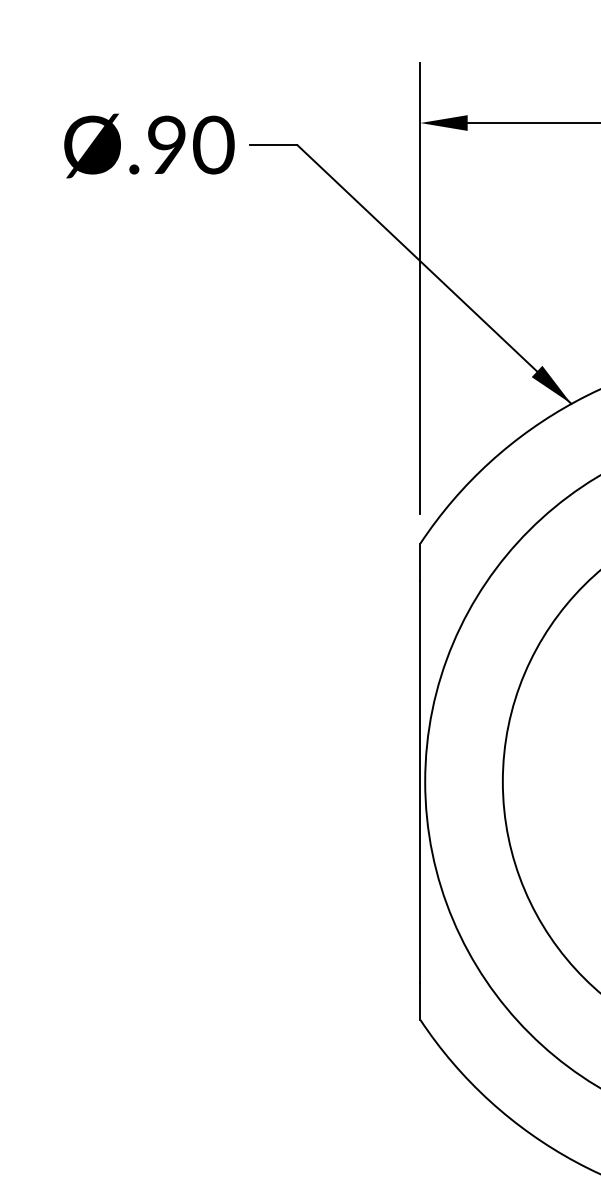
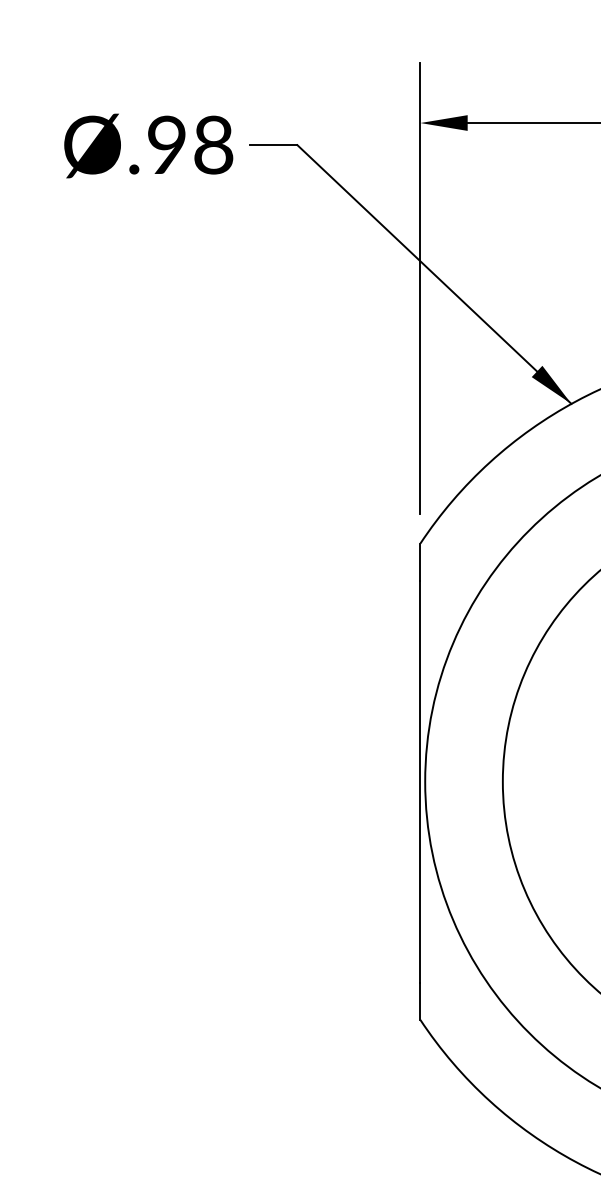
text at (213, 145): Ø.90 -> Ø.98
